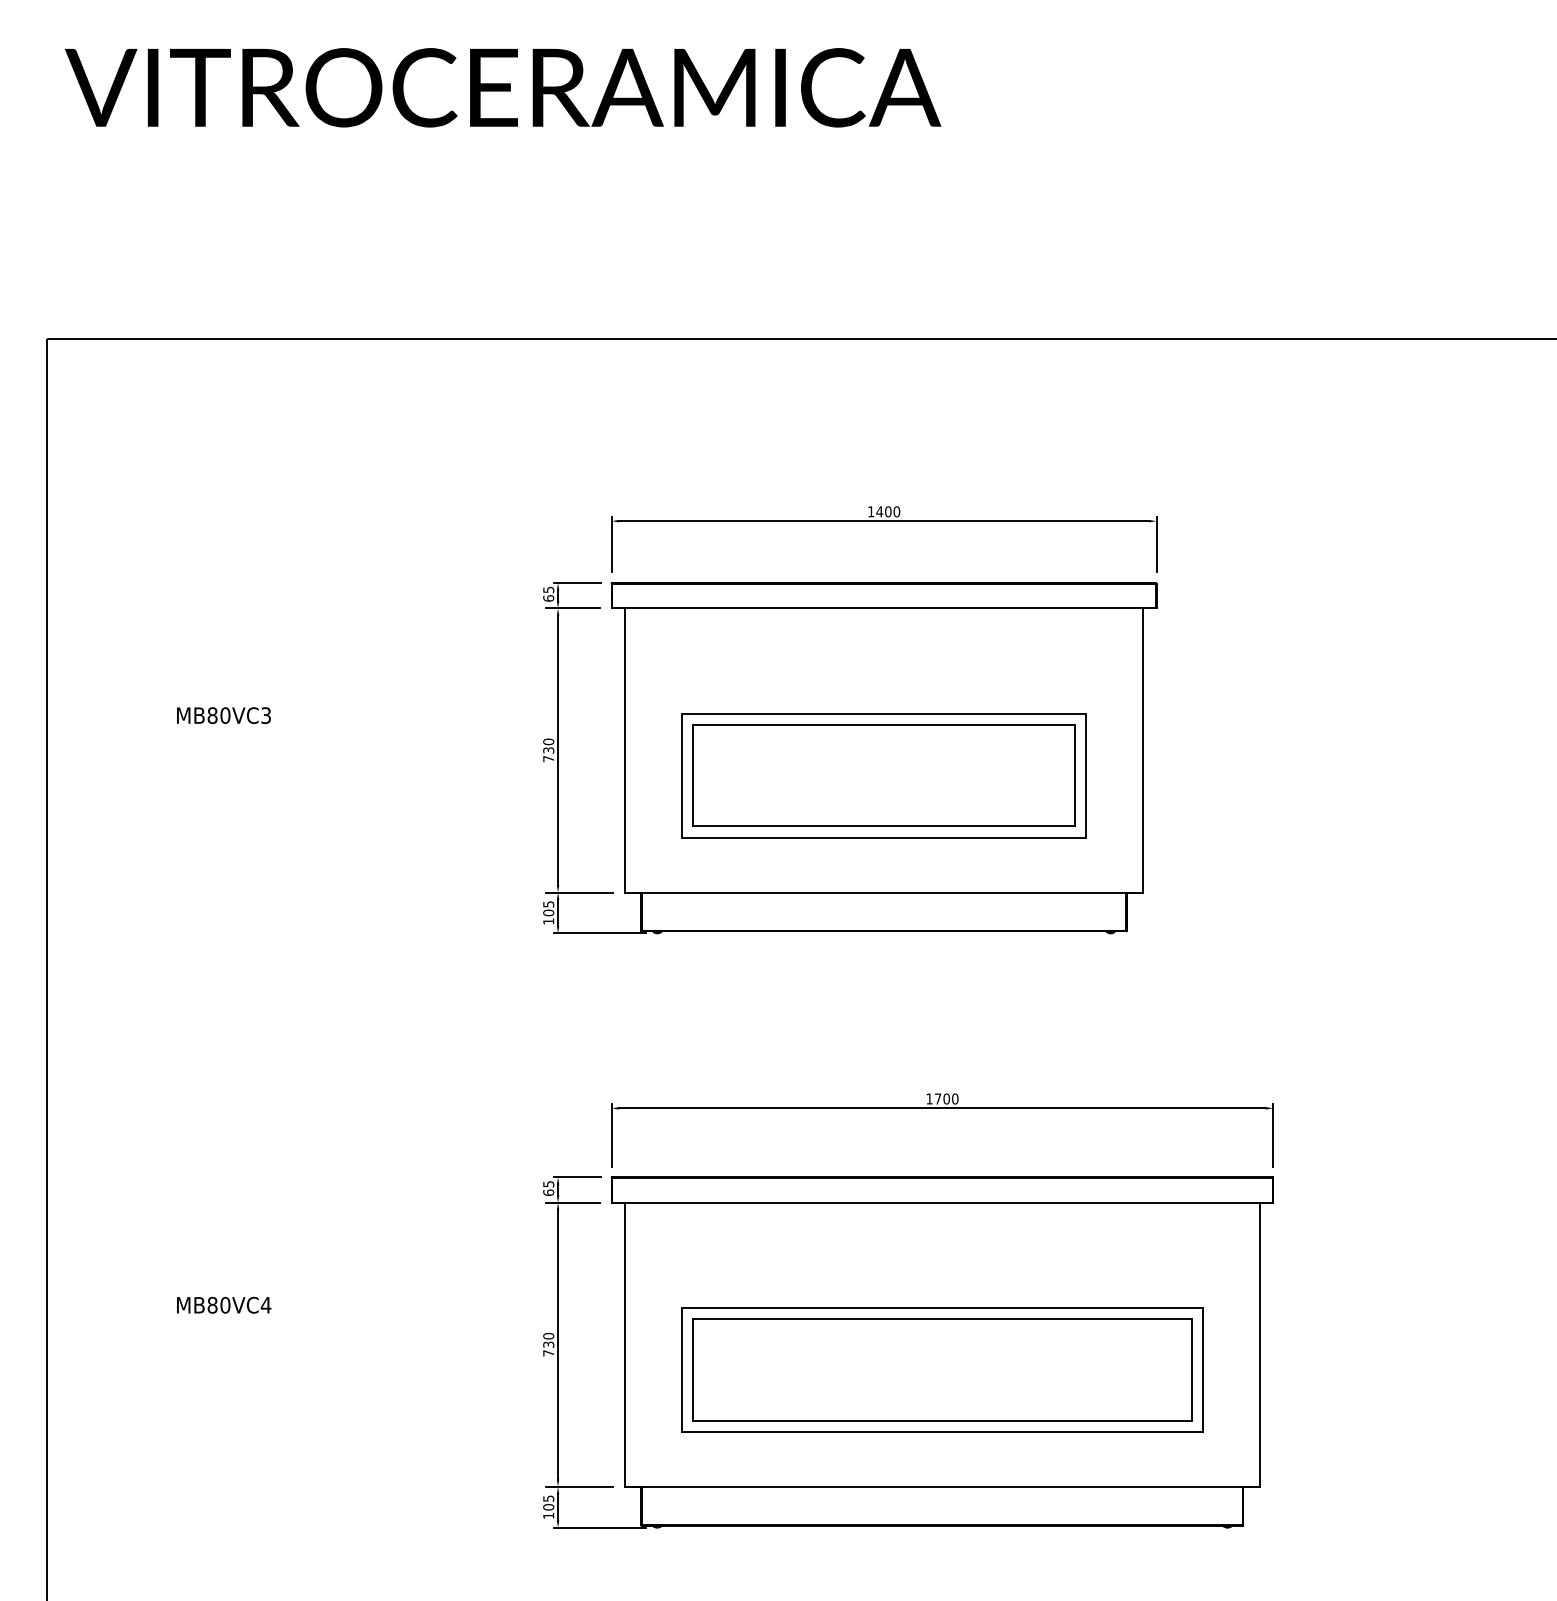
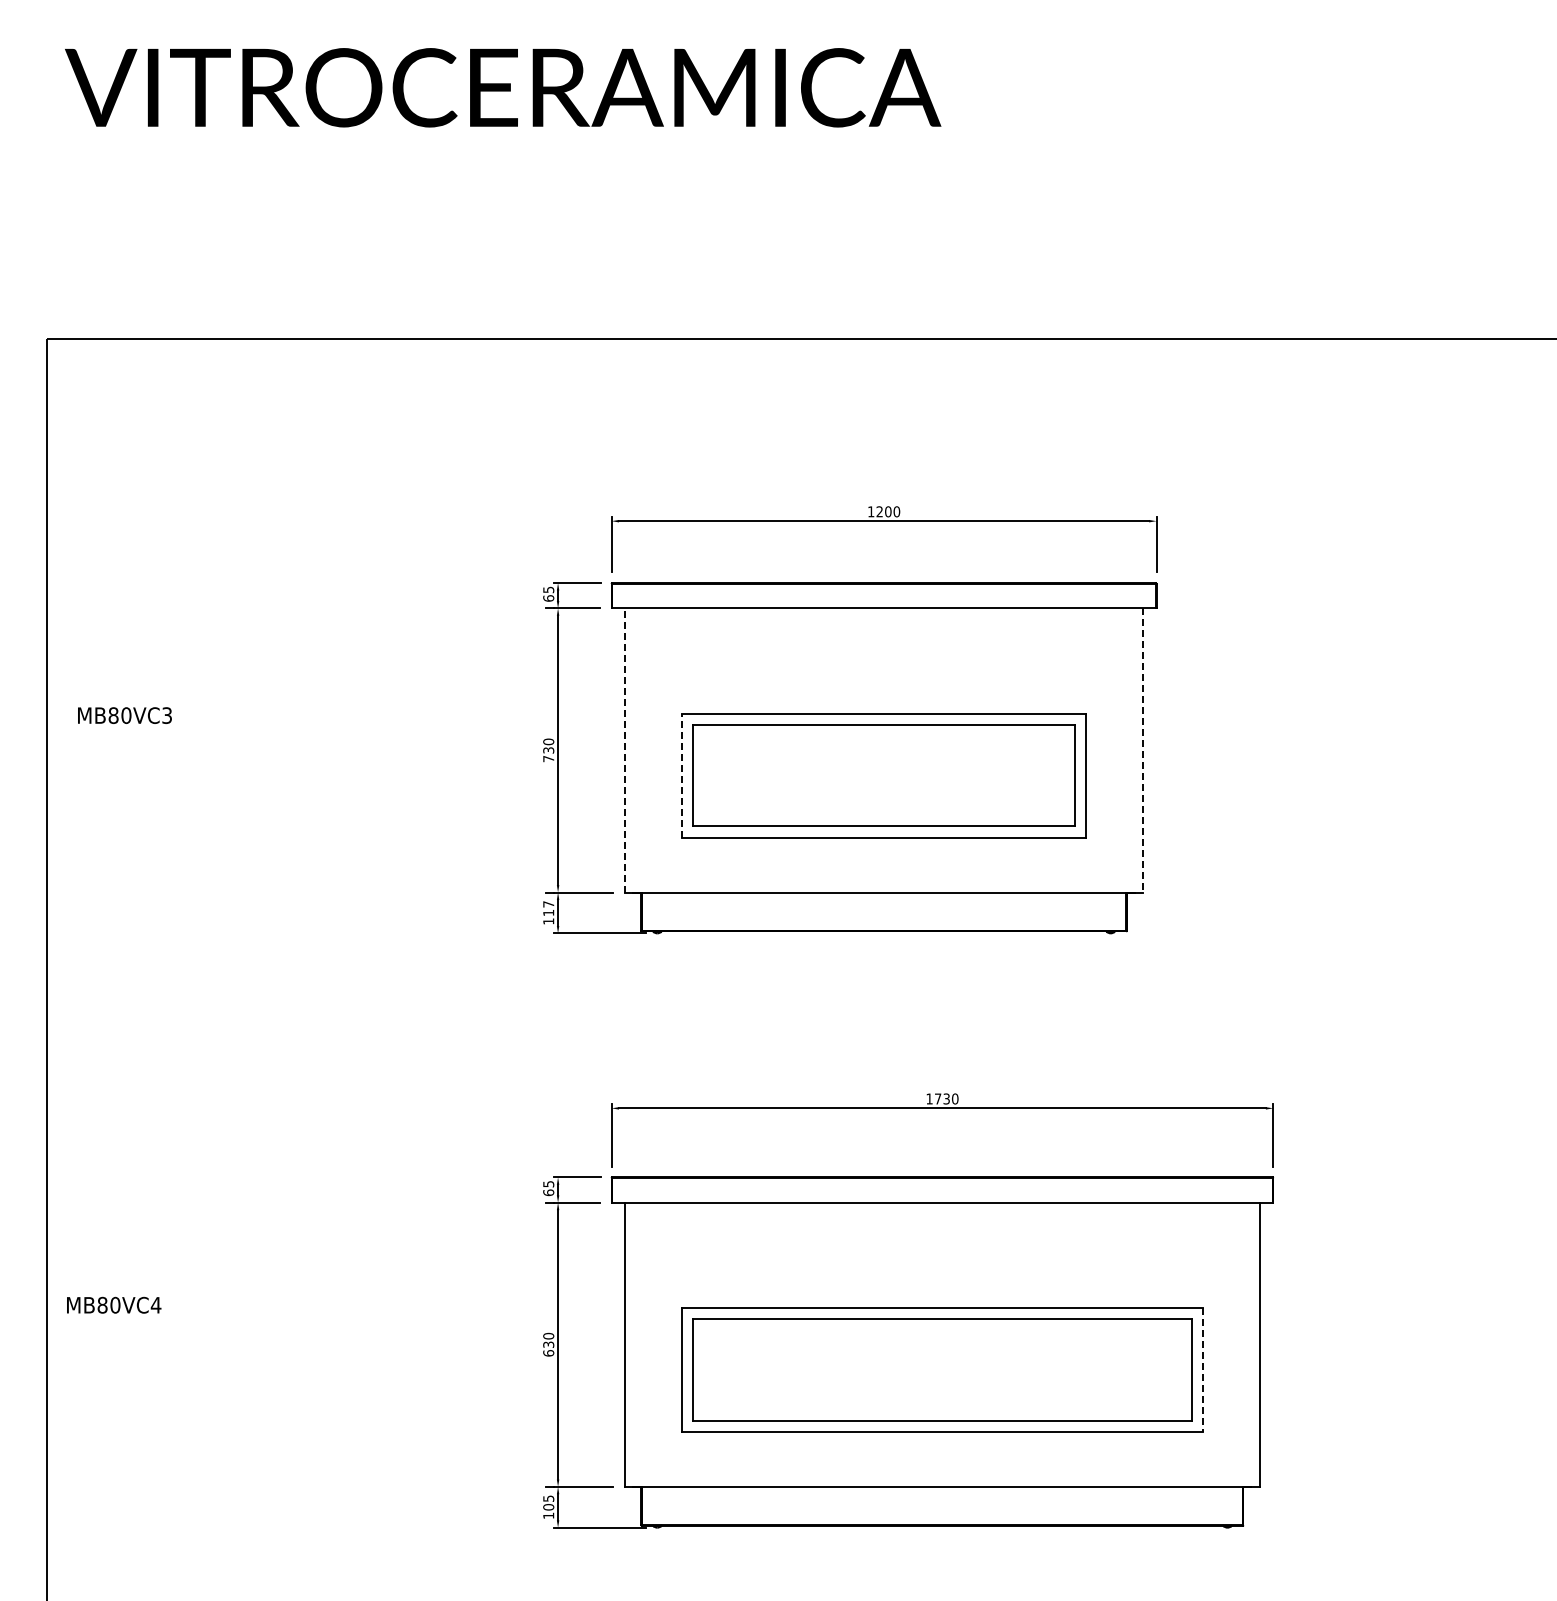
text at (879, 511): 1400 -> 1200
text at (223, 715) position: (223, 715) -> (124, 715)
line at (624, 749): solid -> dashed
line at (1143, 750): solid -> dashed
line at (681, 775): solid -> dashed
text at (548, 908): 105 -> 117
text at (946, 1098): 1700 -> 1730
text at (224, 1304) position: (224, 1304) -> (114, 1304)
text at (548, 1353): 730 -> 630
line at (1203, 1370): solid -> dashed
